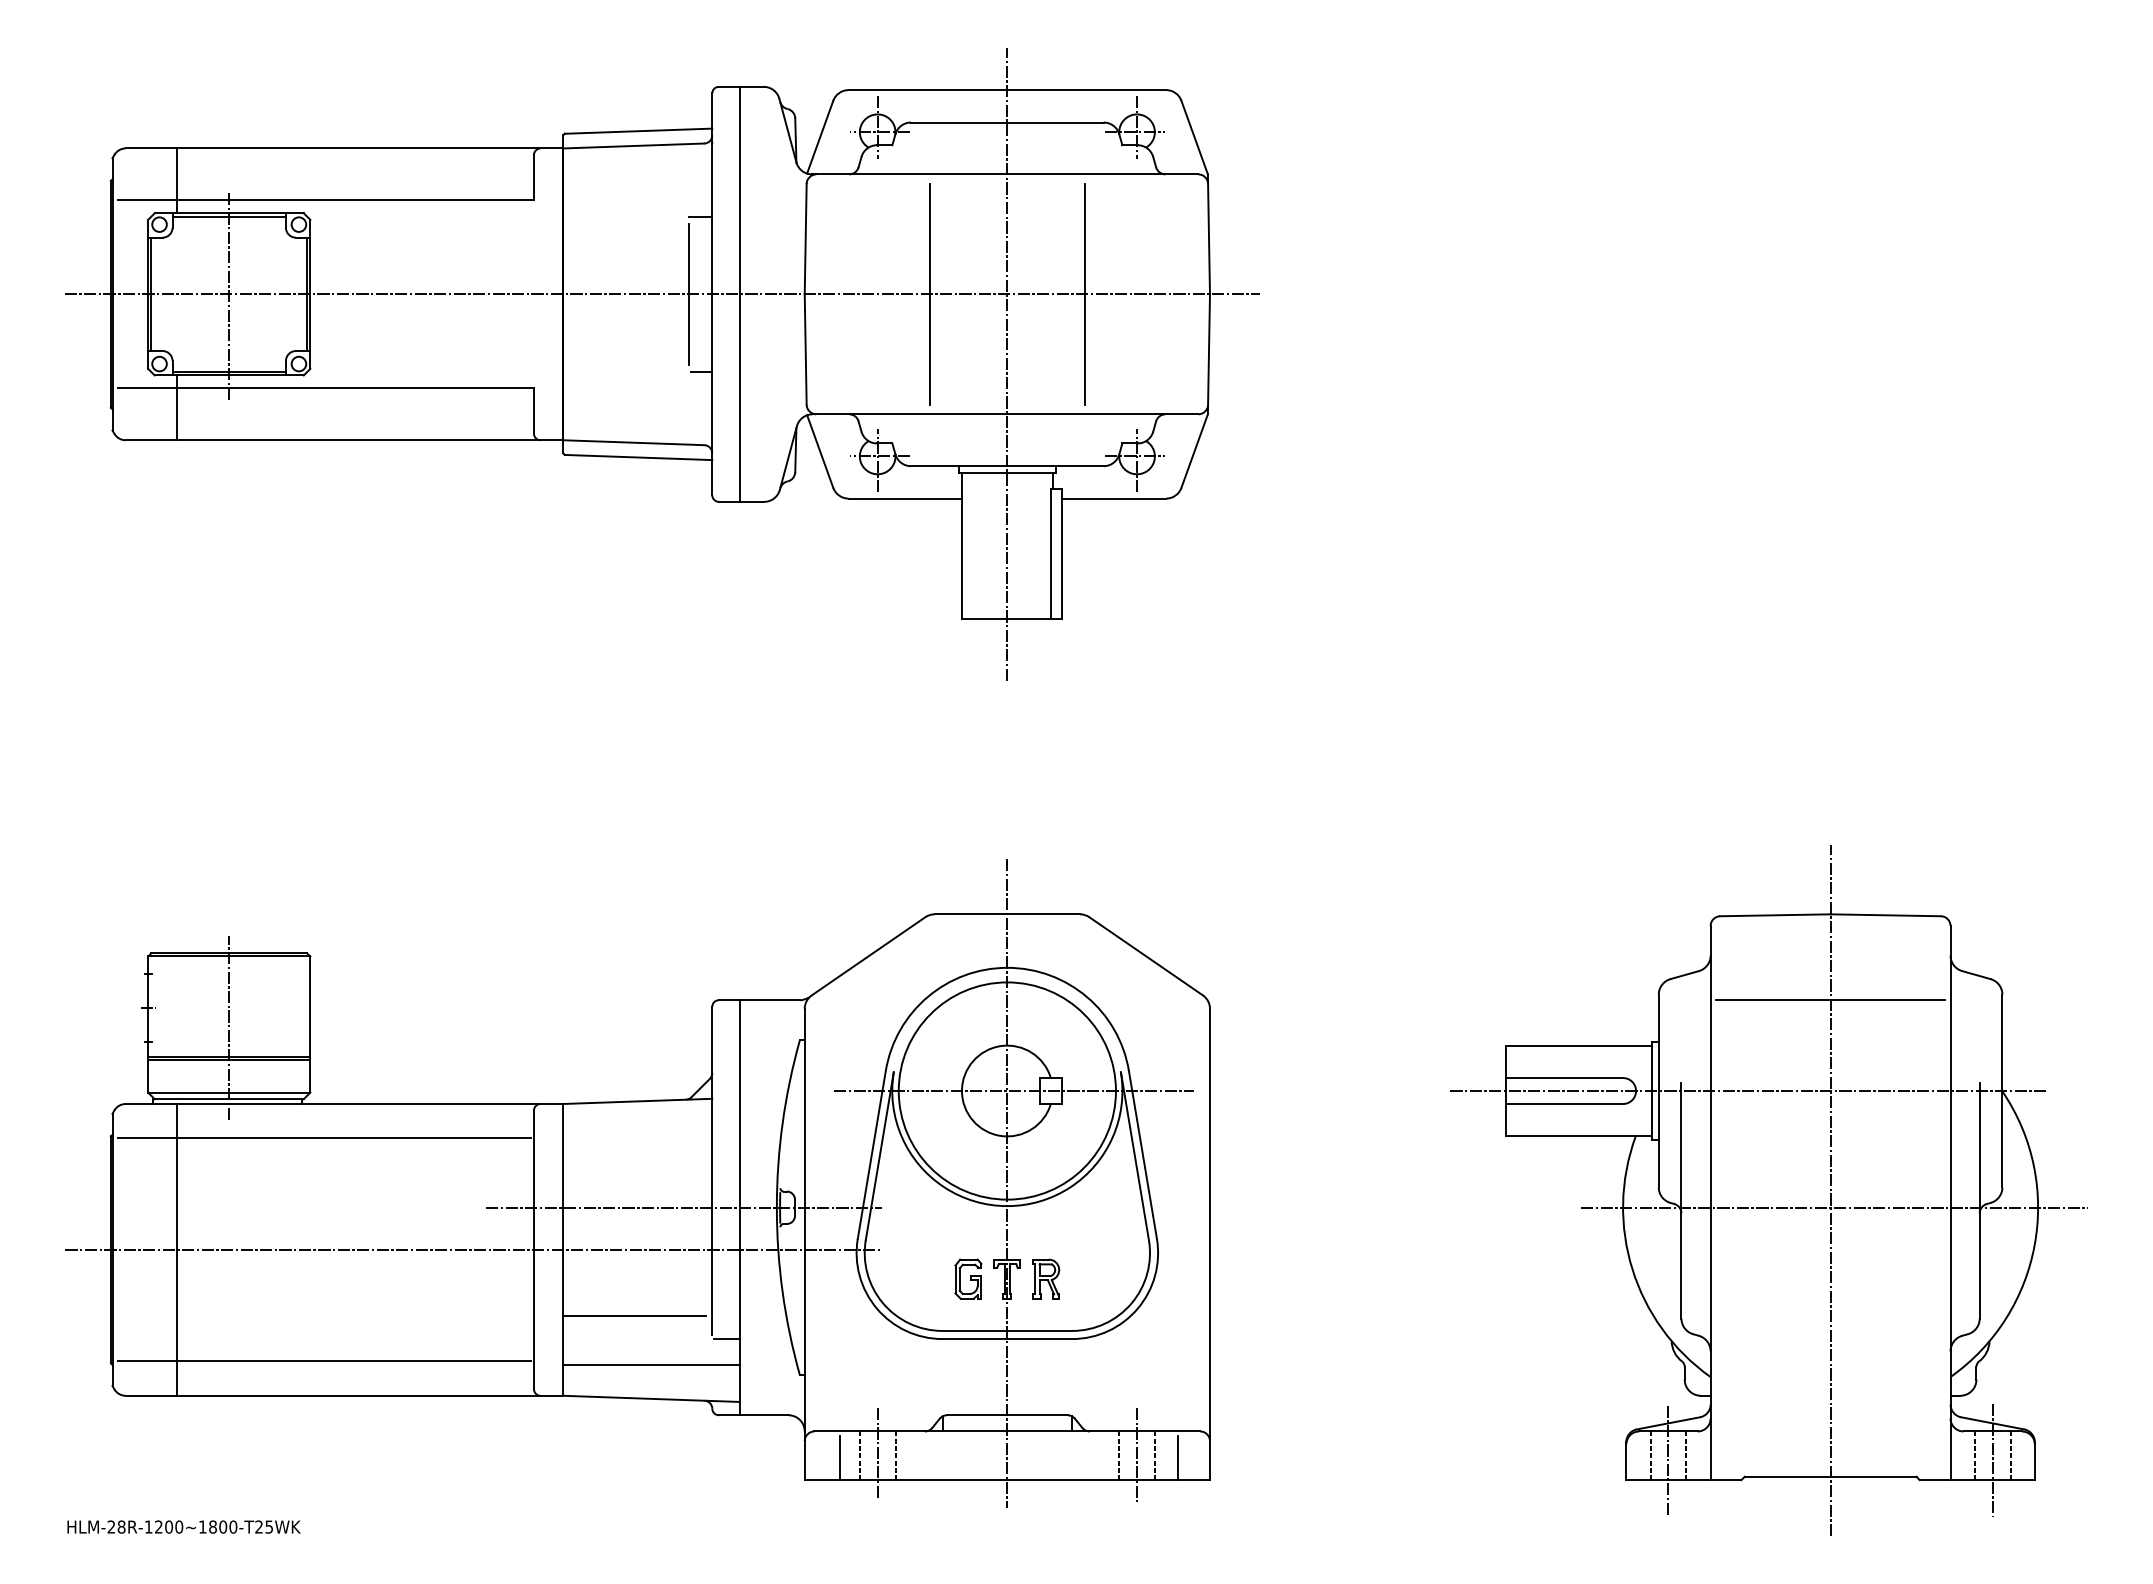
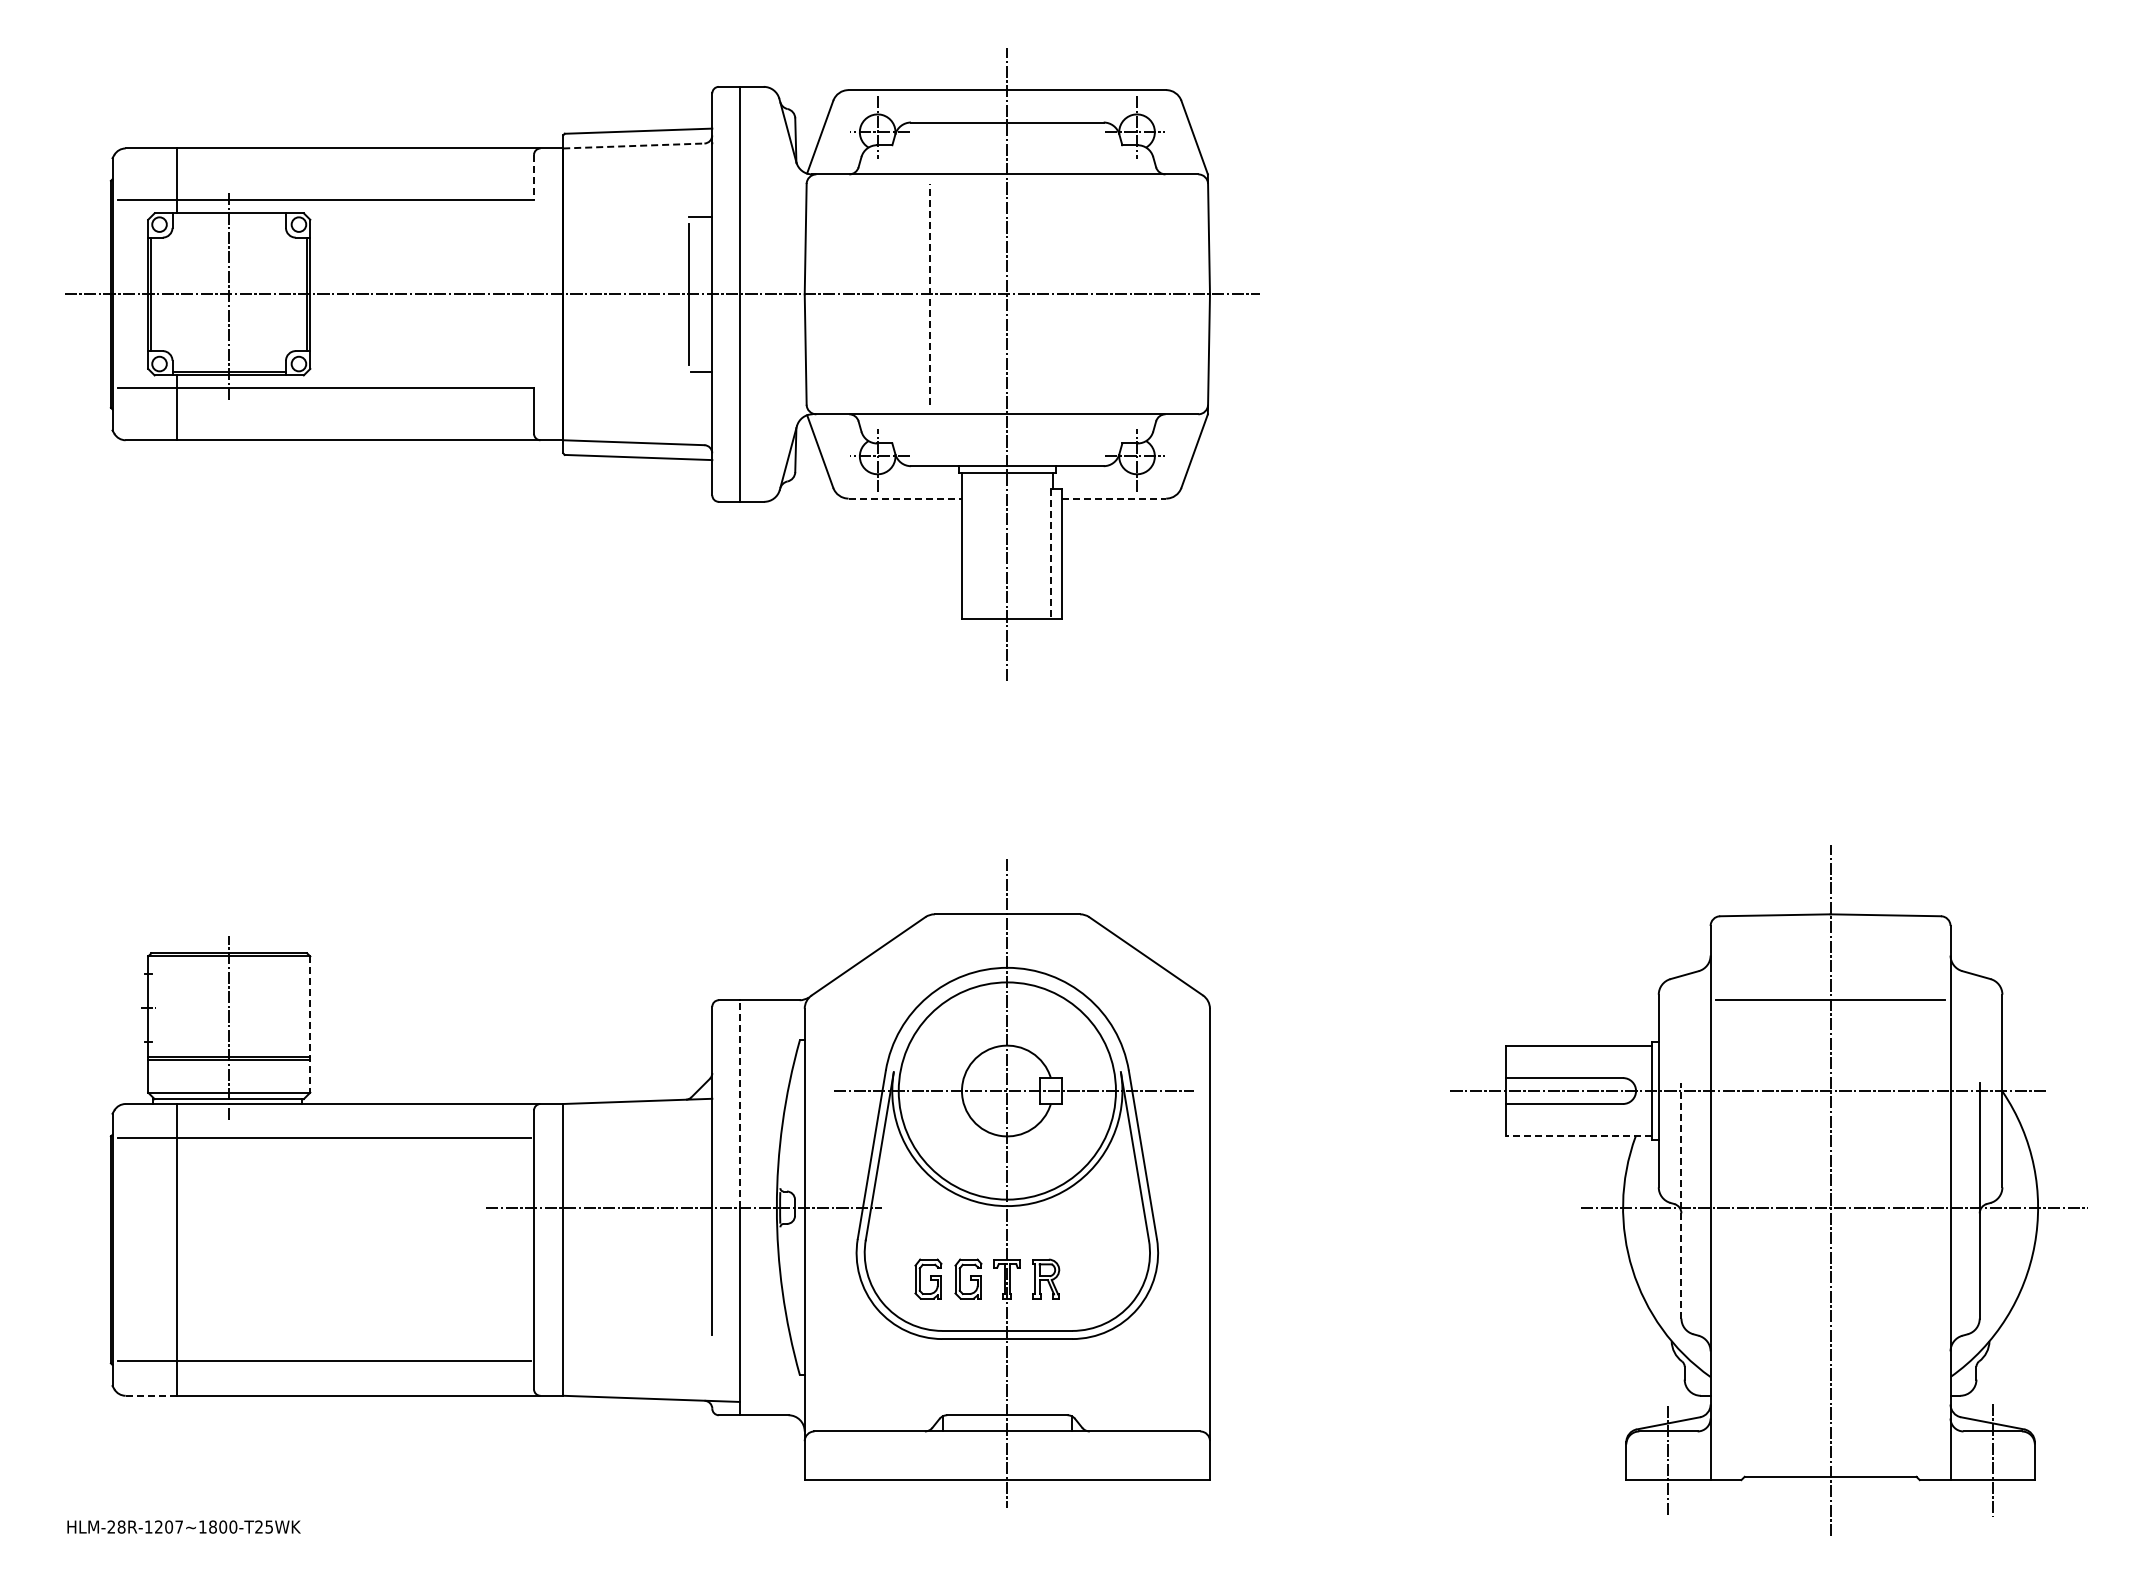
line at (633, 146): solid -> dashed
line at (534, 177): solid -> dashed
line at (228, 216): present -> none
line at (929, 293): solid -> dashed
line at (1085, 294): present -> none
line at (905, 498): solid -> dashed
line at (1114, 498): solid -> dashed
line at (1050, 553): solid -> dashed
line at (310, 1025): solid -> dashed
line at (739, 1104): solid -> dashed
line at (1579, 1136): solid -> dashed
line at (1681, 1200): solid -> dashed
line at (473, 1249): present -> none
part at (928, 1278): none -> present
line at (634, 1316): present -> none
line at (726, 1339): present -> none
line at (651, 1365): present -> none
line at (151, 1395): solid -> dashed
line at (877, 1452): present -> none
line at (1137, 1454): present -> none
line at (859, 1455): present -> none
line at (895, 1455): present -> none
line at (1119, 1455): present -> none
line at (1154, 1455): present -> none
line at (1650, 1455): present -> none
line at (1686, 1455): present -> none
line at (1974, 1455): present -> none
line at (2010, 1455): present -> none
line at (840, 1458): present -> none
line at (1177, 1458): present -> none
text at (179, 1526): HLM-28R-1200~1800-T25WK -> HLM-28R-1207~1800-T25WK
